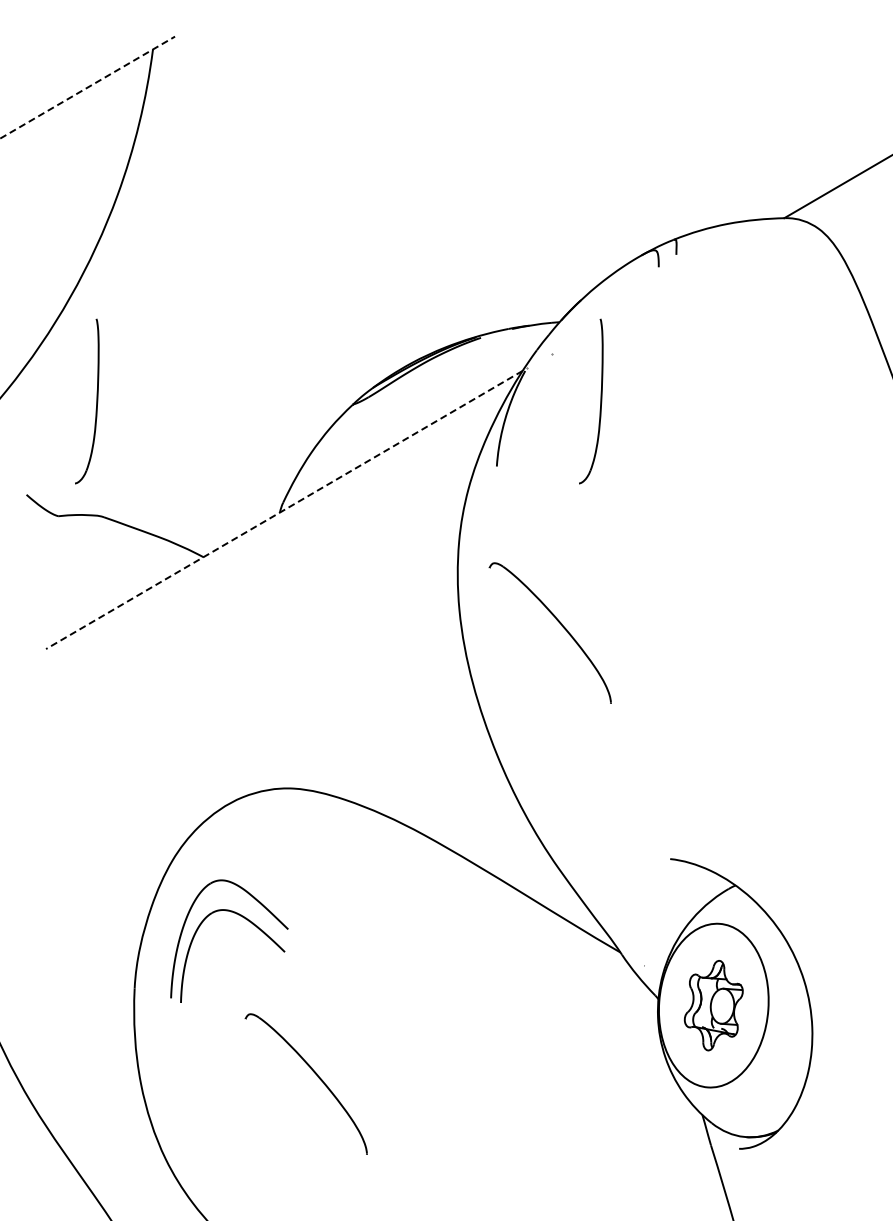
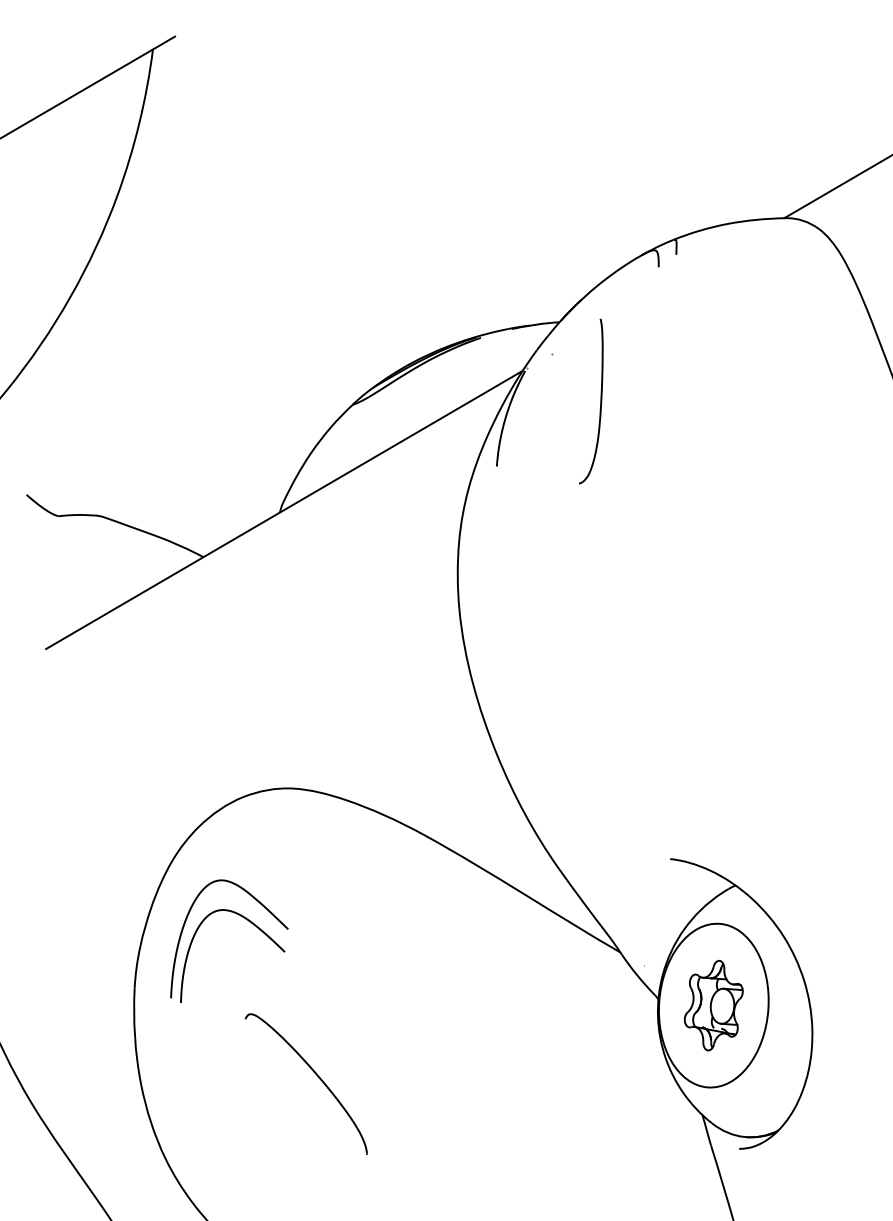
line at (87, 87): dashed -> solid
part at (96, 401): present -> none
line at (284, 510): dashed -> solid
part at (558, 622): present -> none
